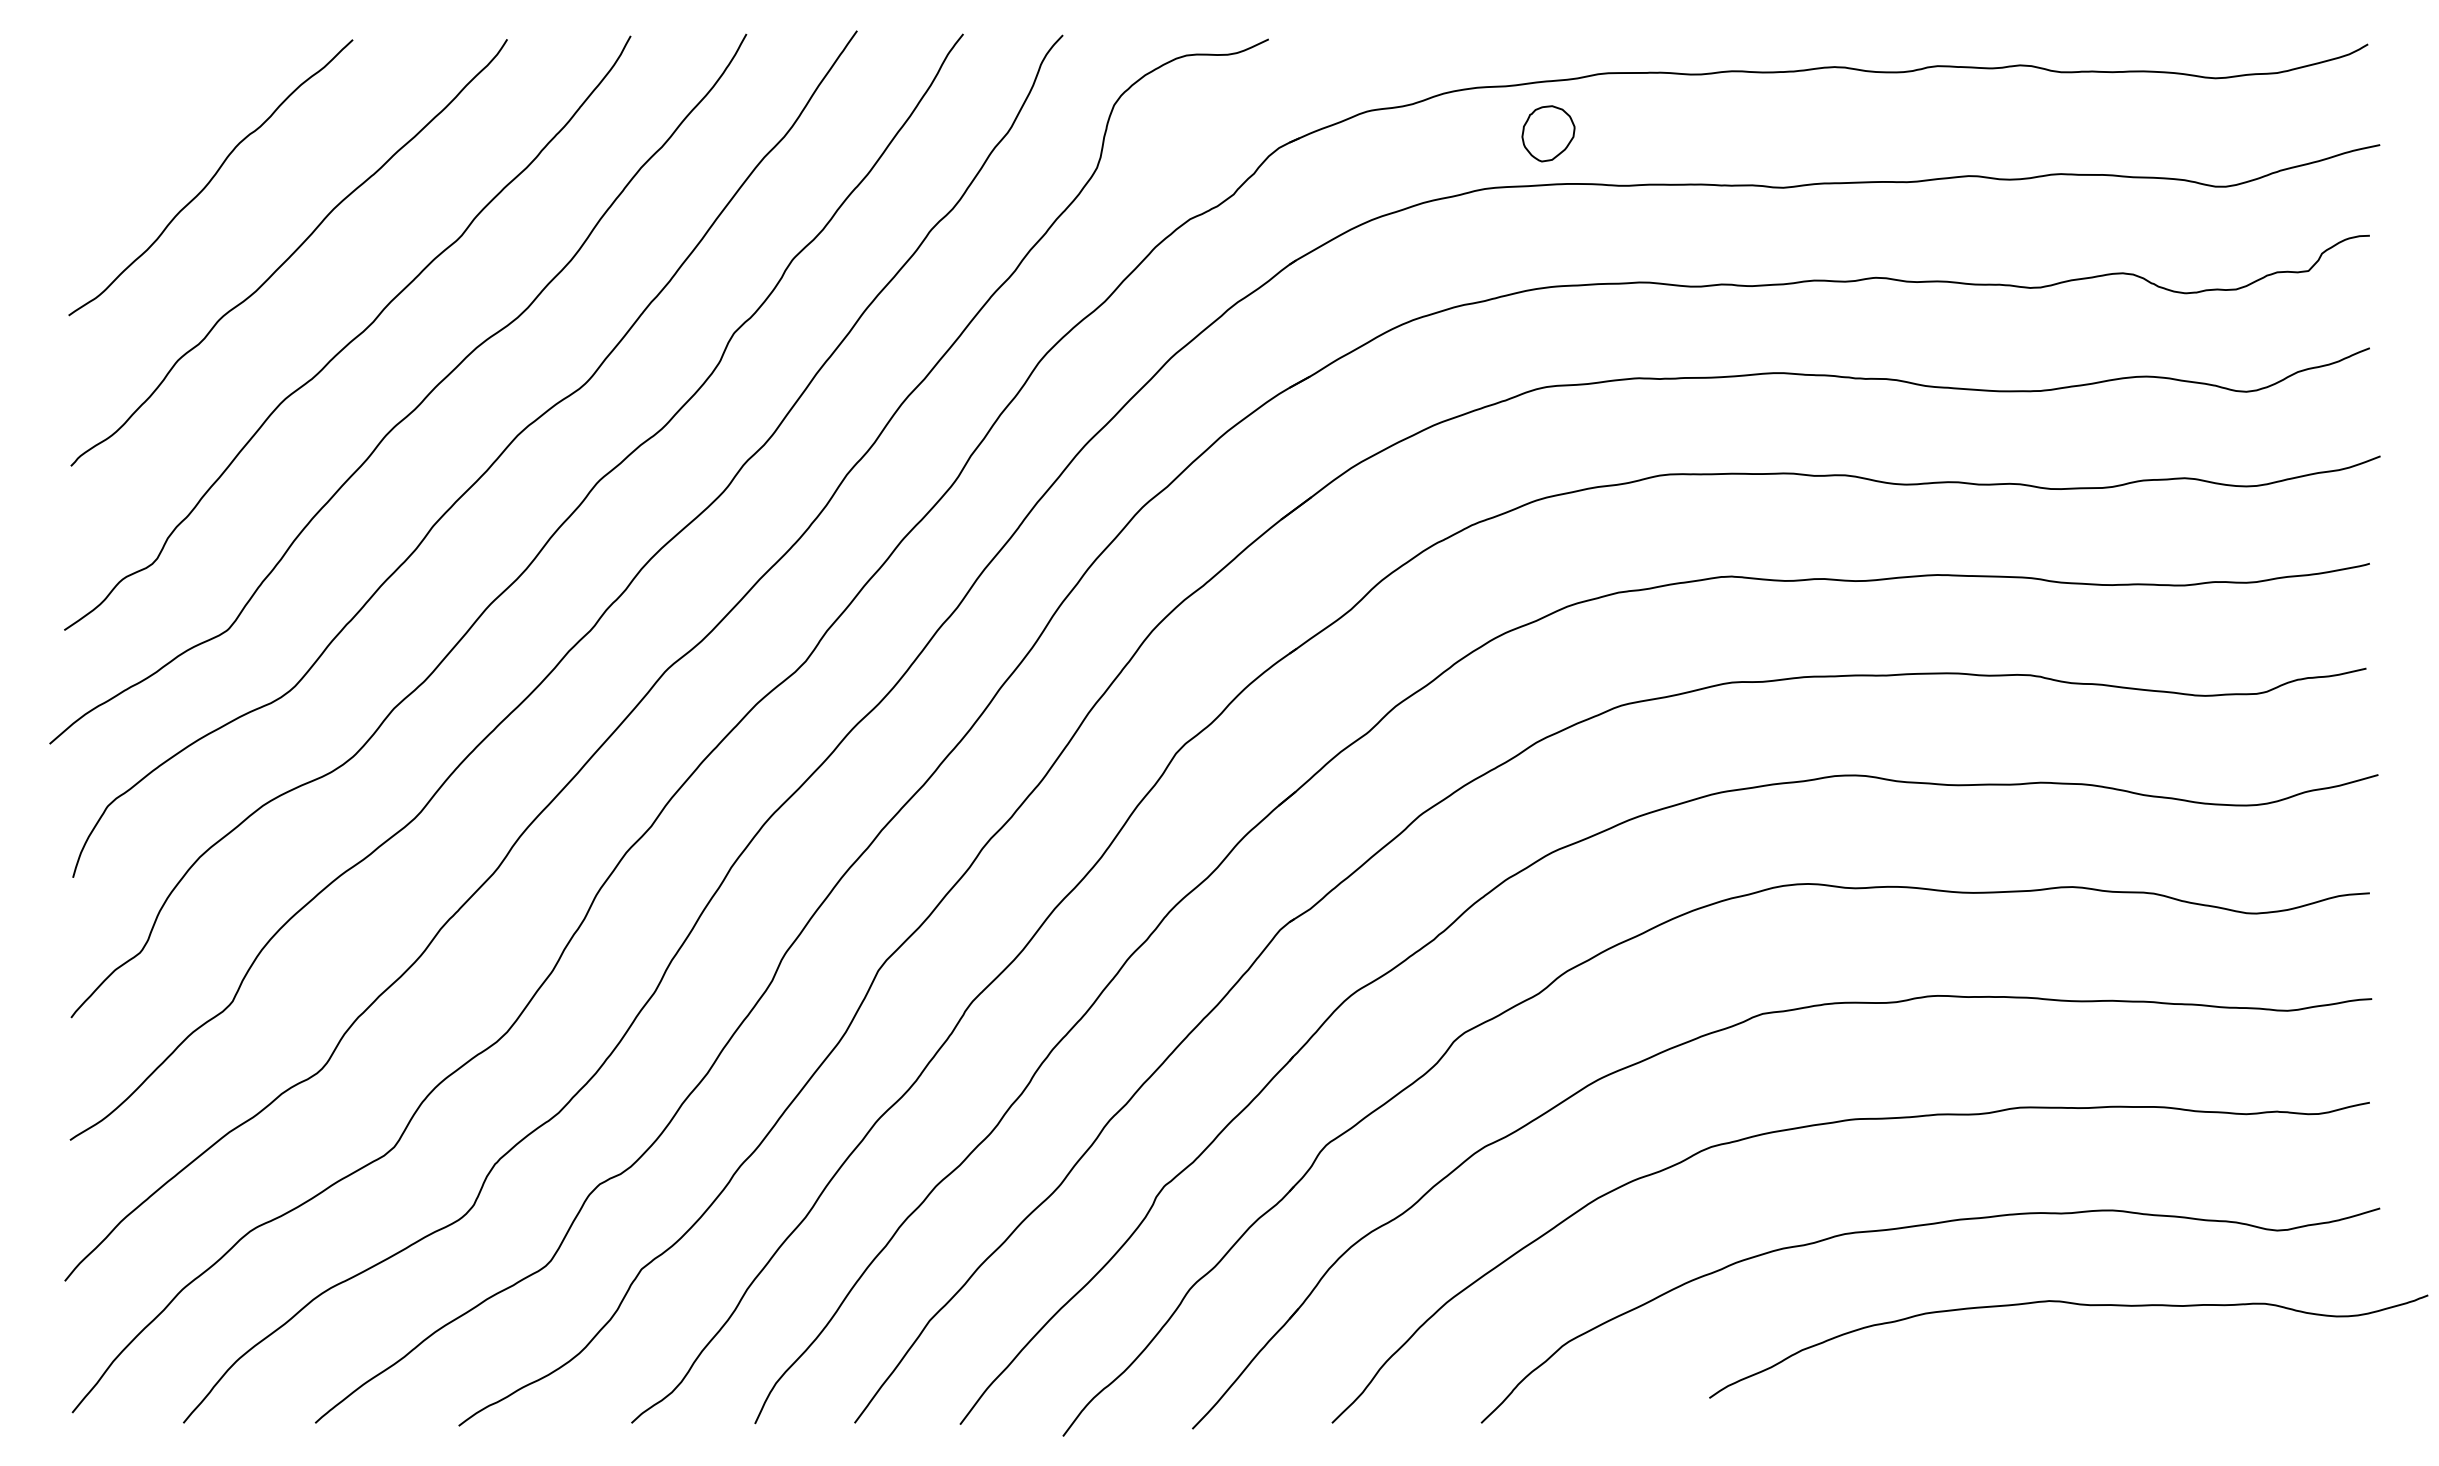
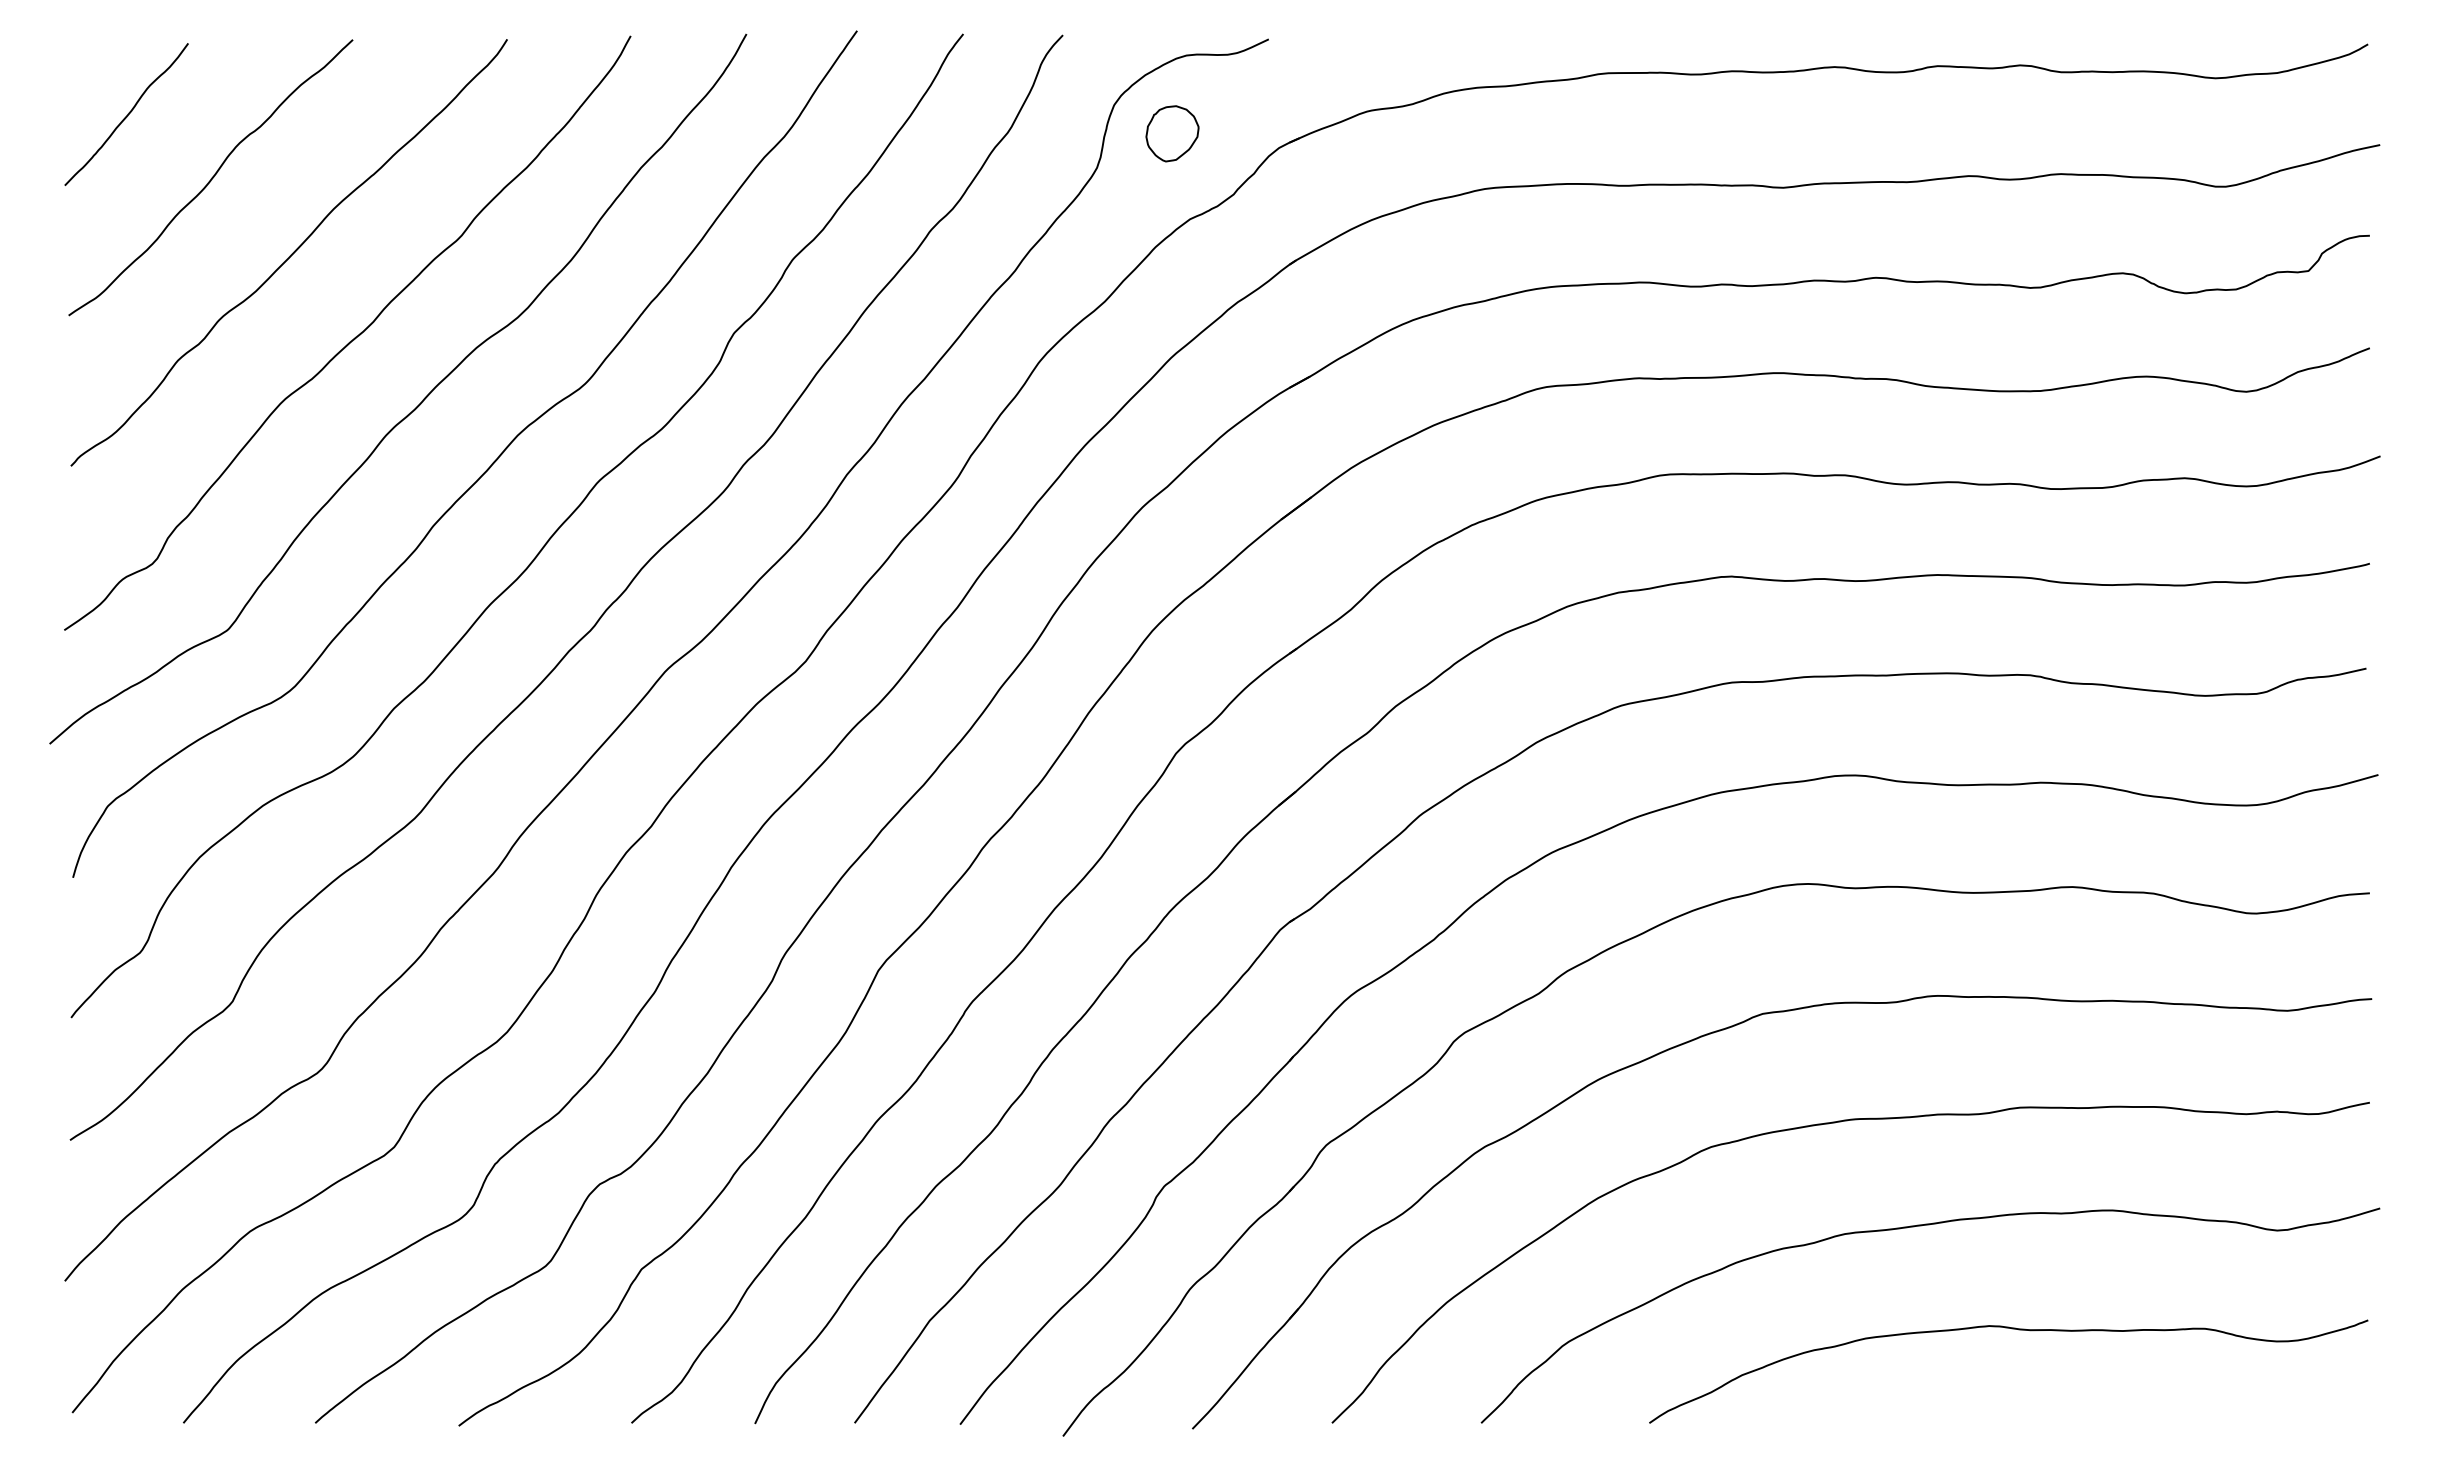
curve at (127, 114): none -> present
part at (1548, 133) position: (1548, 133) -> (1172, 133)
curve at (2071, 1304) position: (2071, 1304) -> (2011, 1329)
